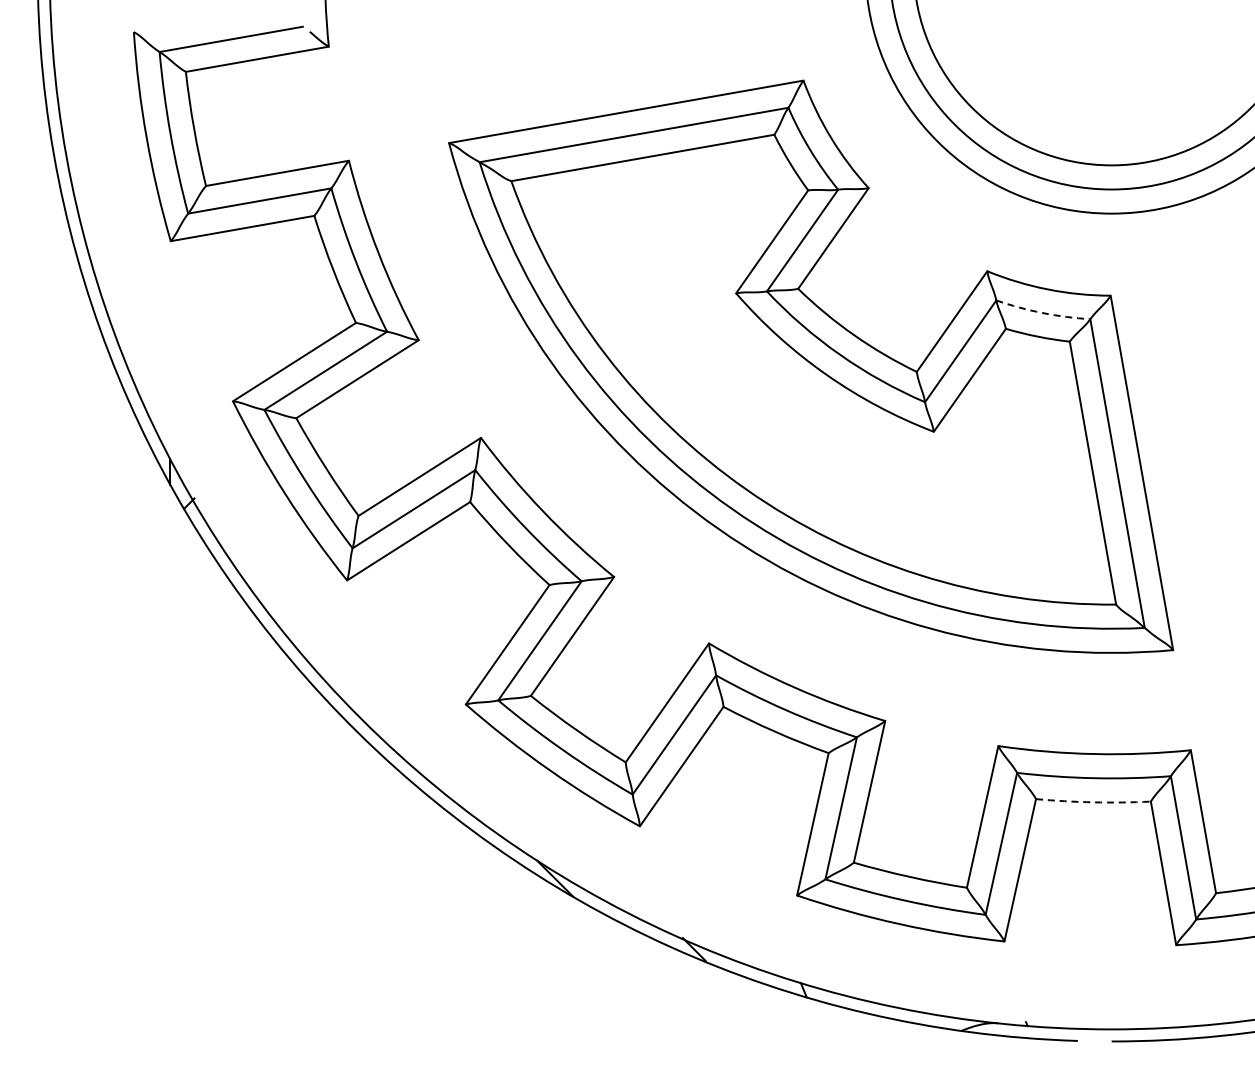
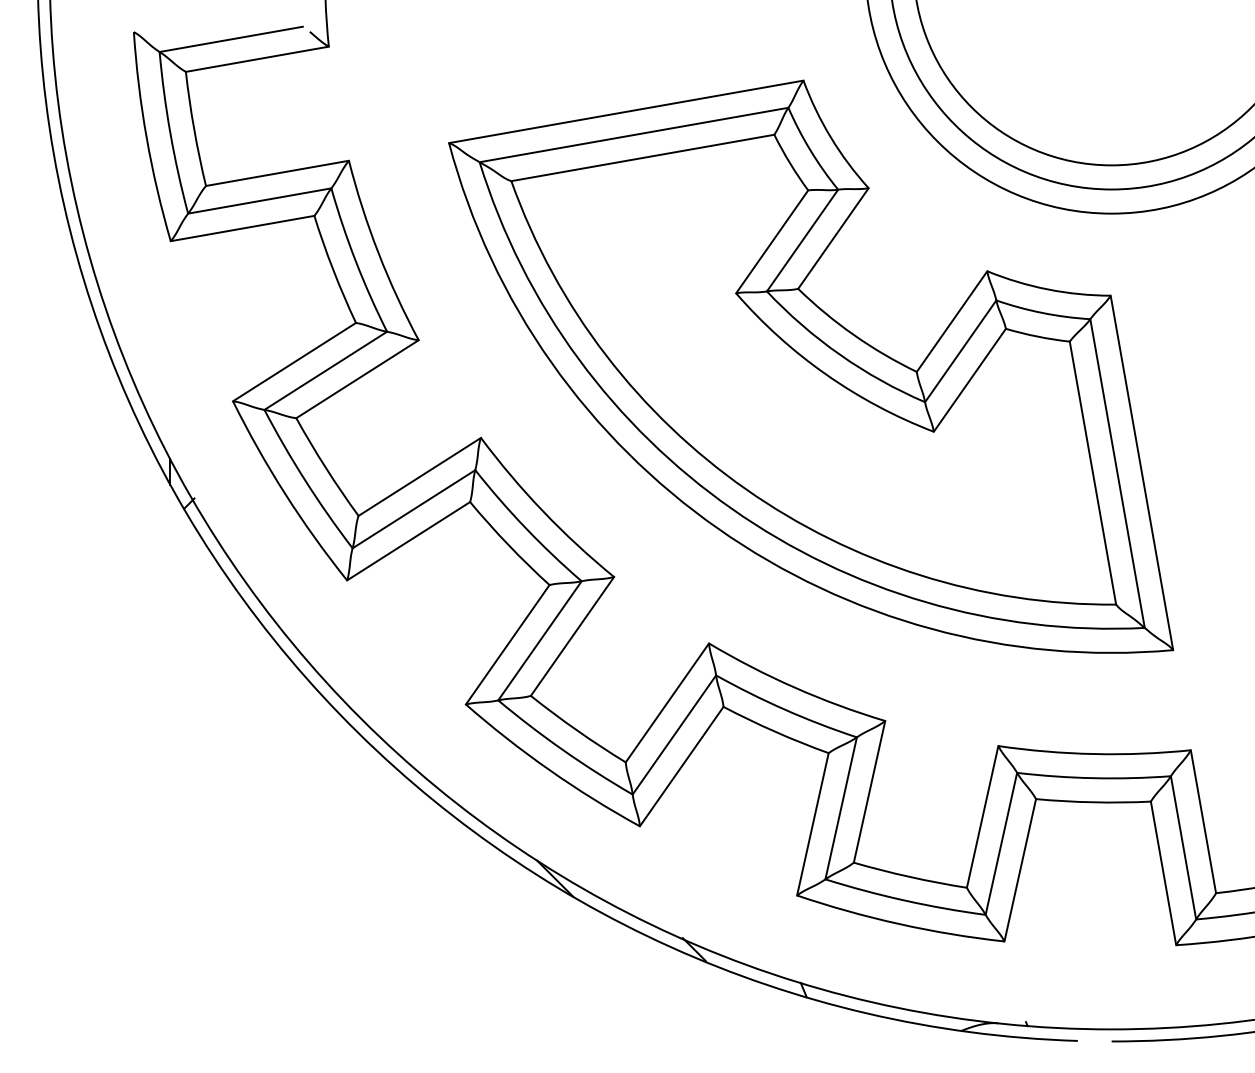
arc at (1042, 313): dashed -> solid
arc at (1093, 802): dashed -> solid
